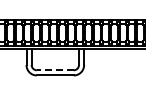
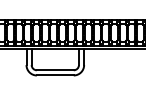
line at (54, 70): dashed -> solid
